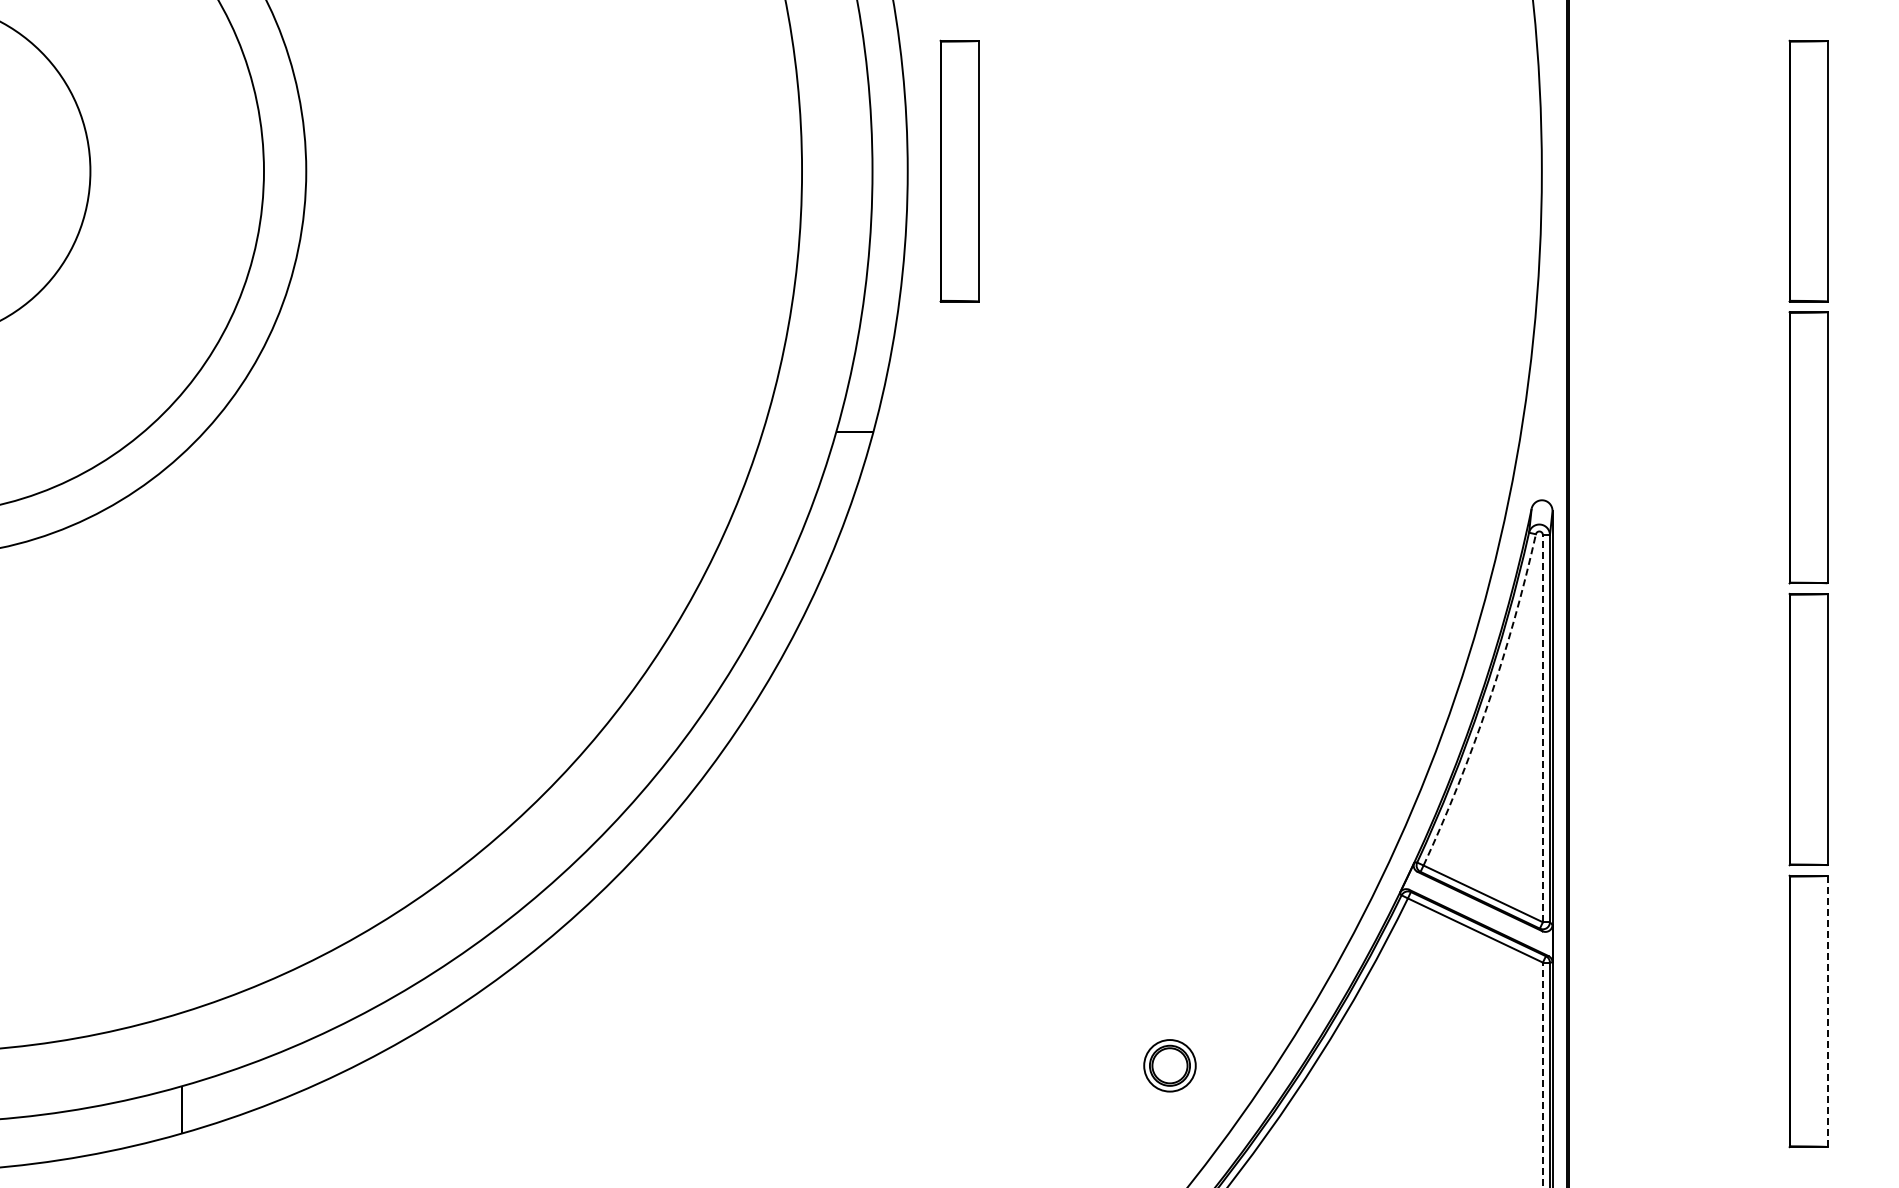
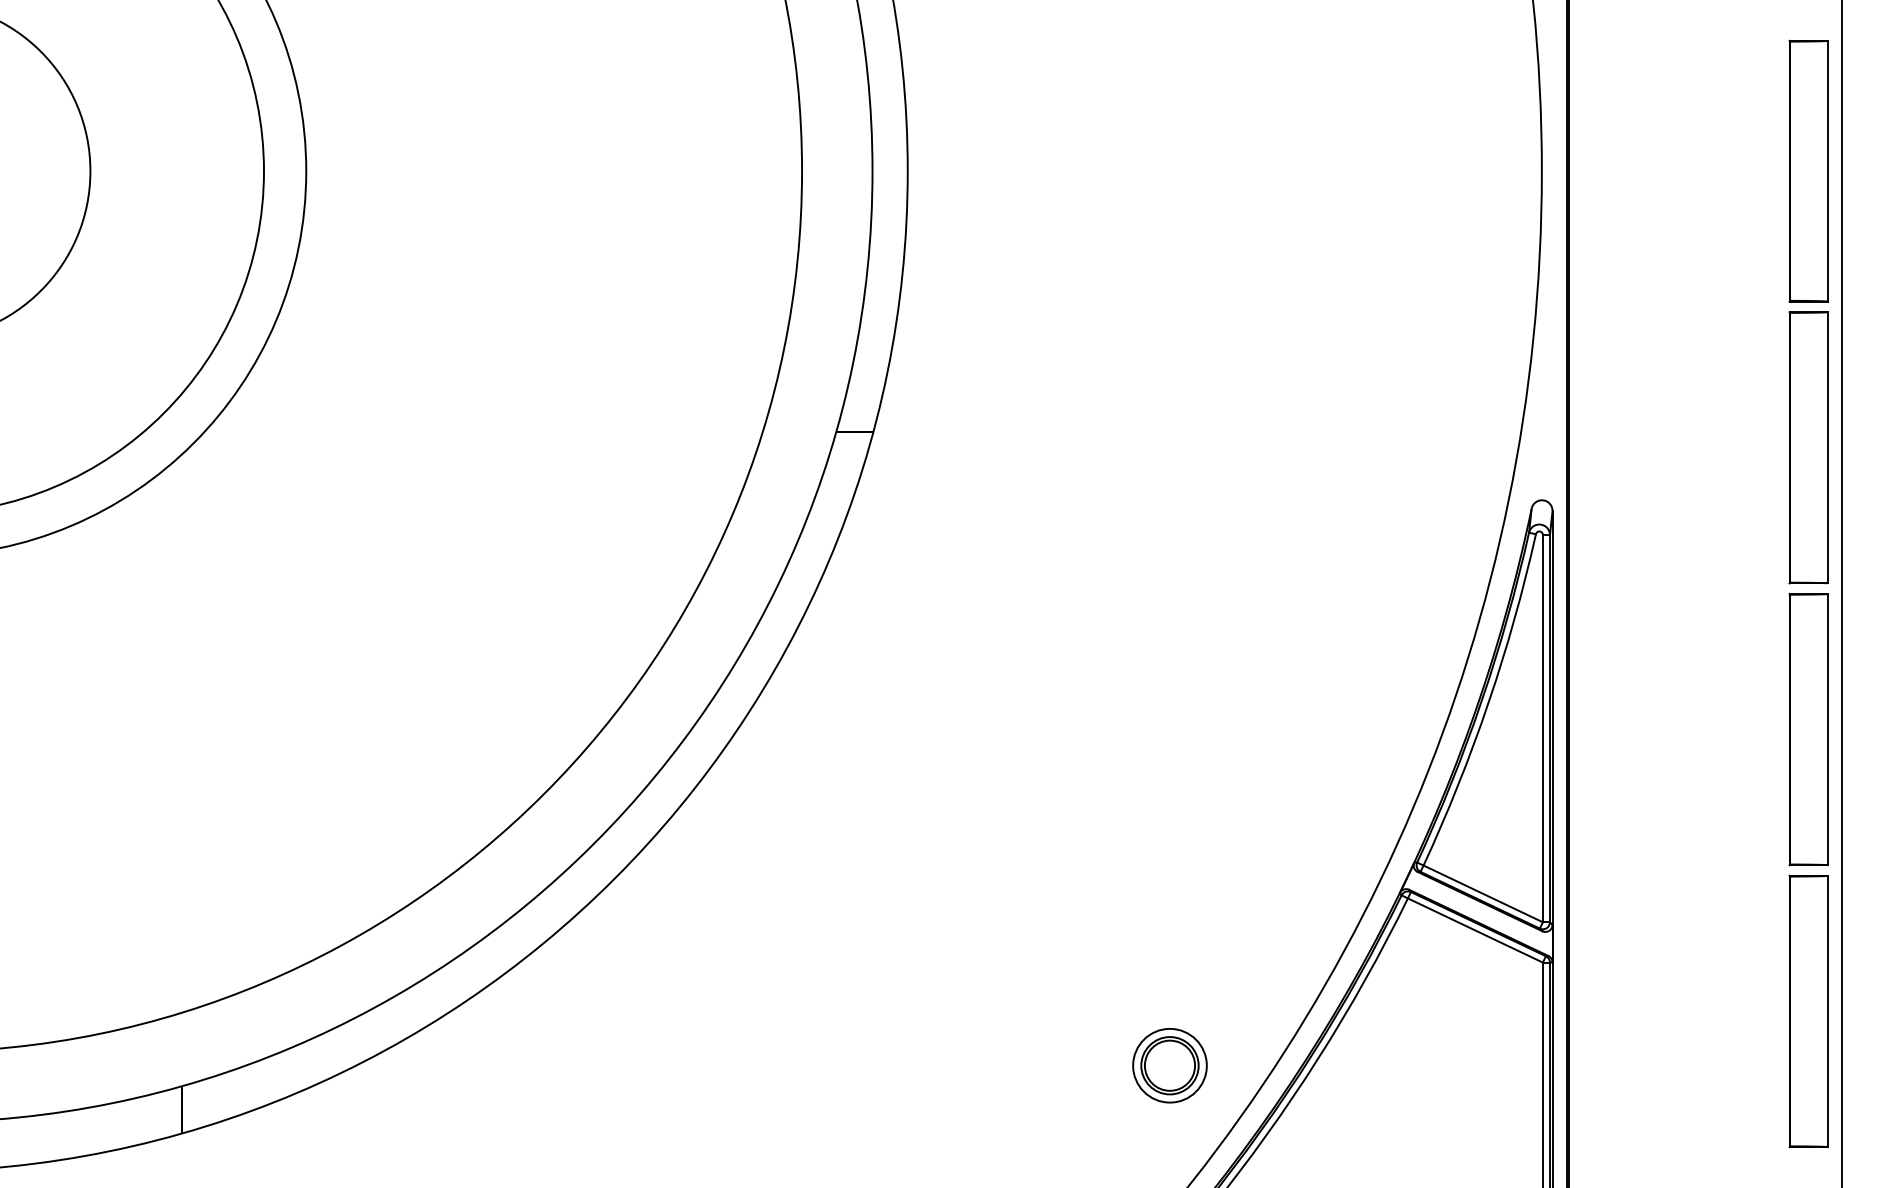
part at (959, 170): present -> none
line at (1842, 593): none -> present
arc at (1488, 702): dashed -> solid
line at (1542, 728): dashed -> solid
line at (1827, 1011): dashed -> solid
part at (1169, 1065) size: 54x54 px -> 76x76 px
line at (1542, 1074): dashed -> solid
